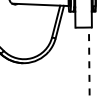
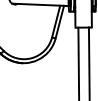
line at (78, 62): none -> present
line at (89, 63): dashed -> solid
